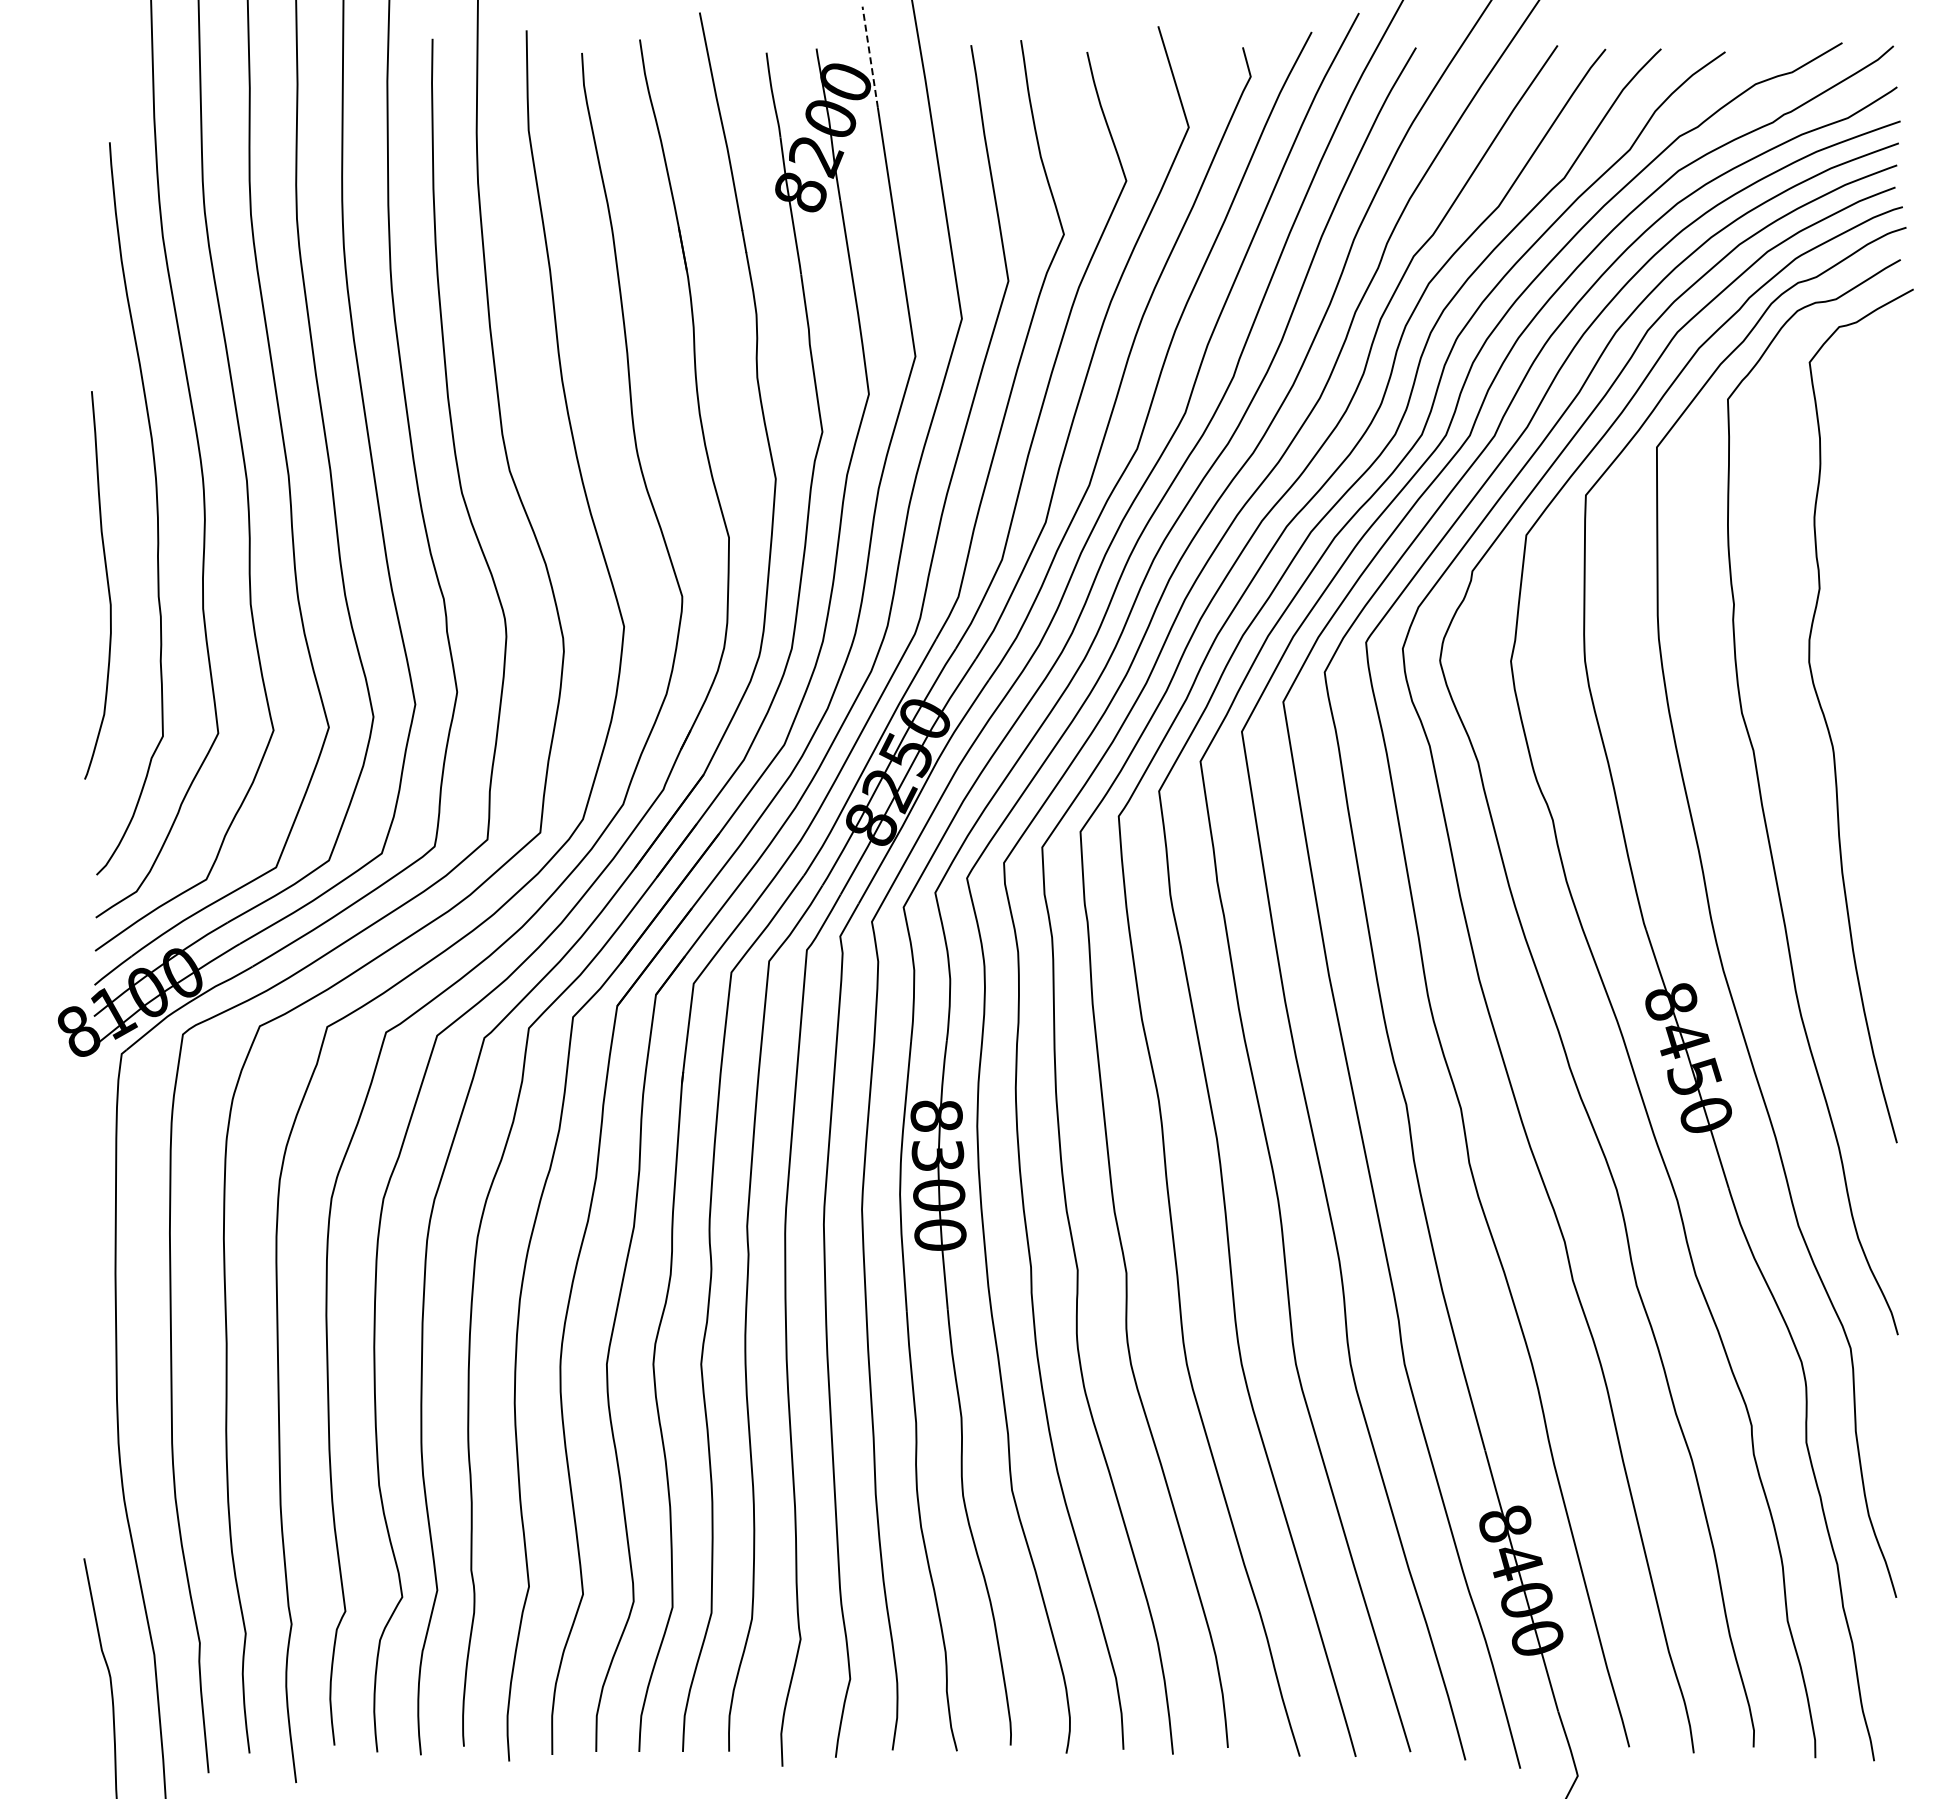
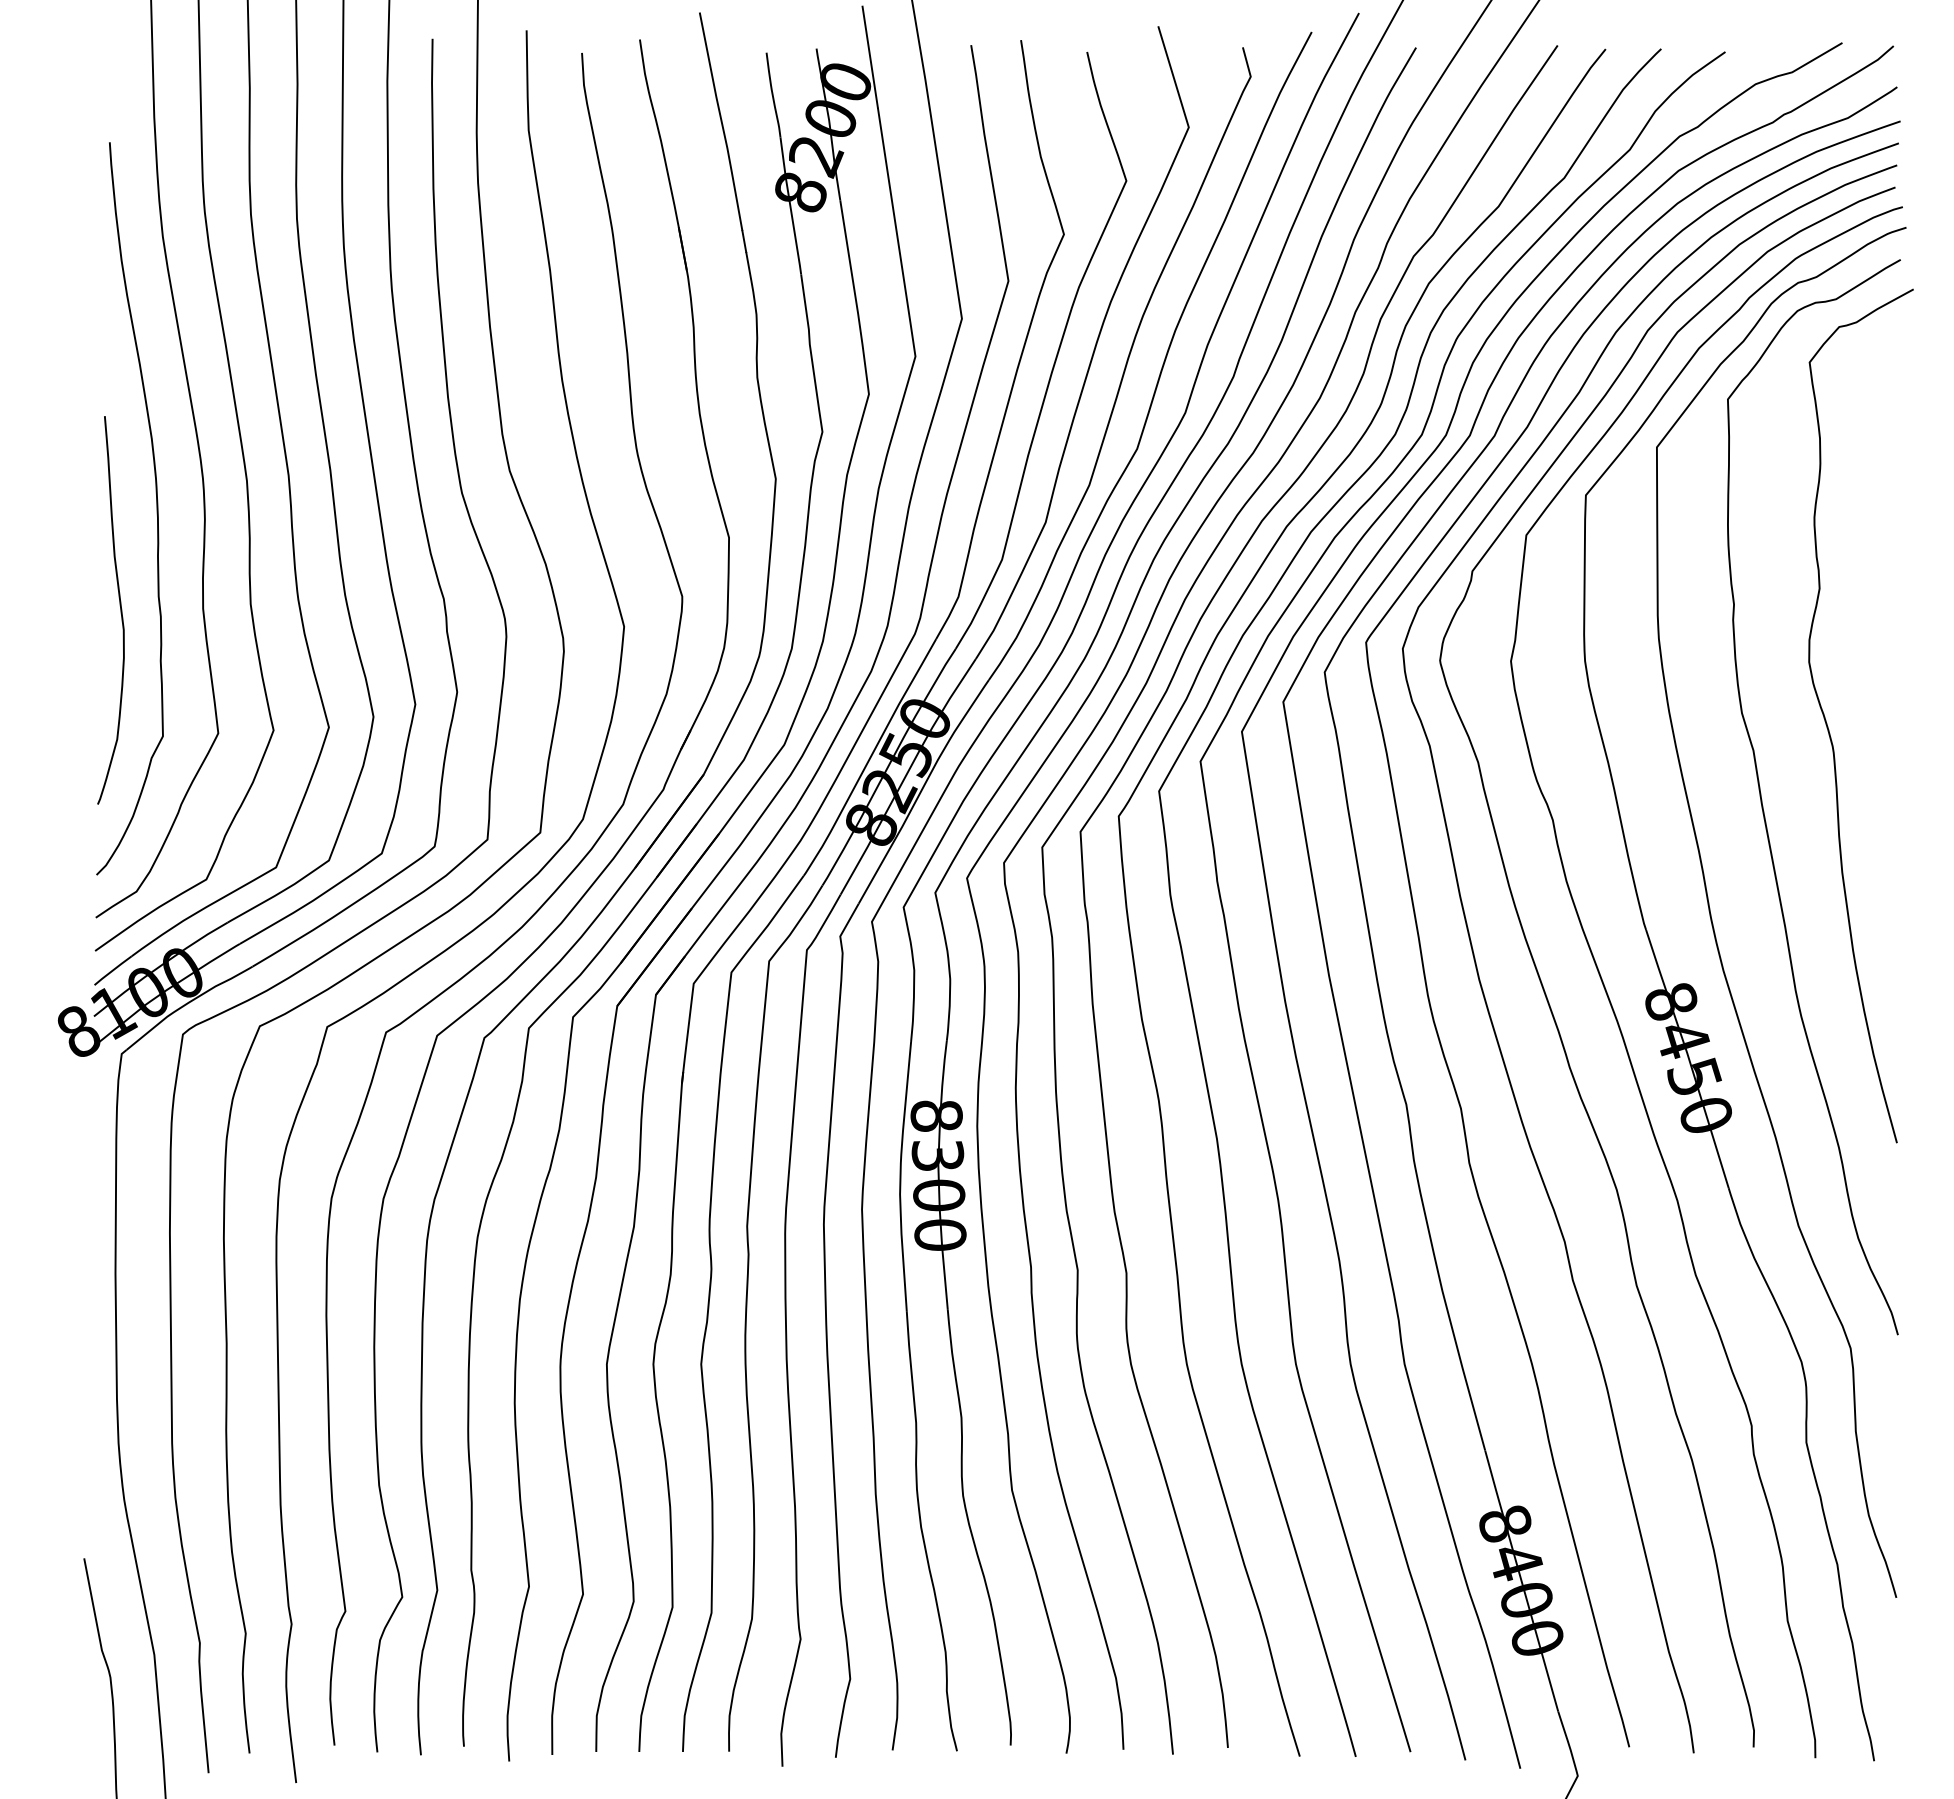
line at (870, 56): dashed -> solid
curve at (107, 585) position: (107, 585) -> (120, 610)
